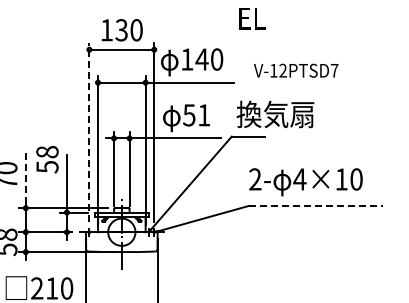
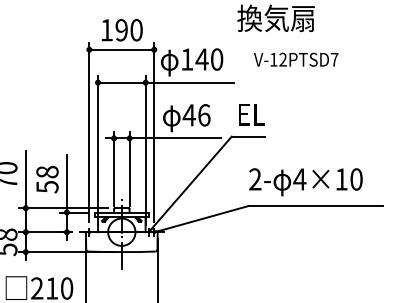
text at (275, 18): EL -> 換気扇
text at (121, 30): 130 -> 190
text at (296, 70) position: (296, 70) -> (296, 59)
text at (275, 114): 換気扇 -> EL
text at (196, 115): 51 -> 46
line at (89, 132): dashed -> solid
text at (47, 159) position: (47, 159) -> (47, 179)
line at (25, 177): dashed -> solid
line at (316, 205): dashed -> solid
